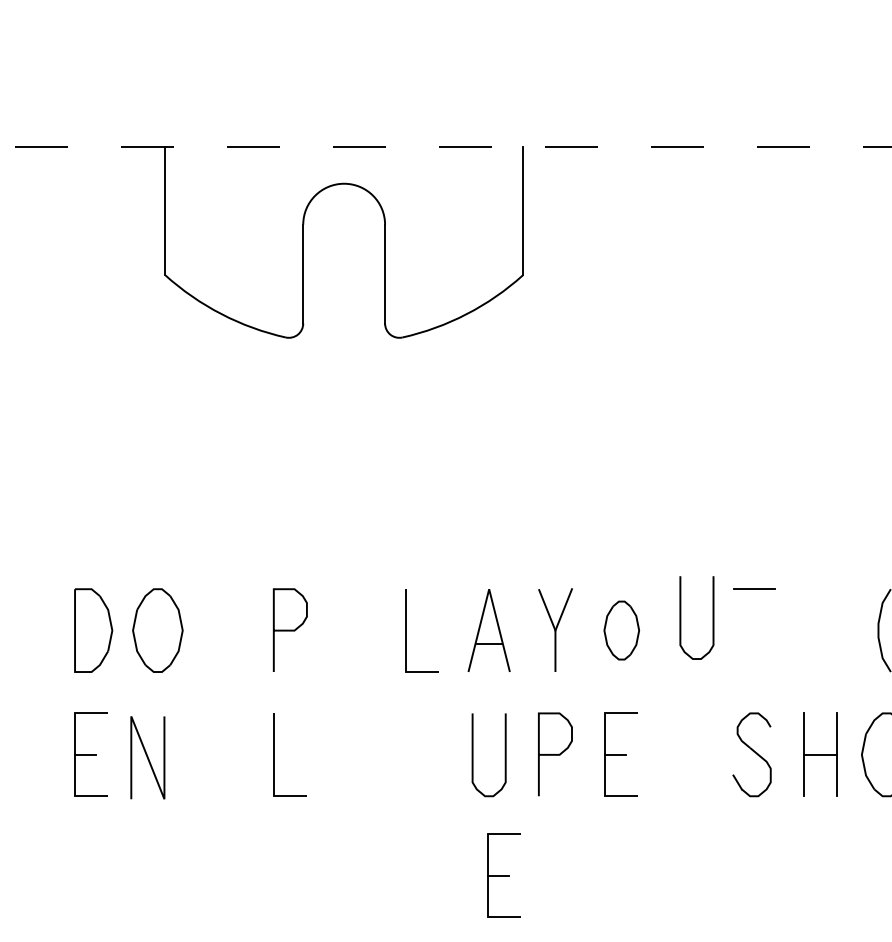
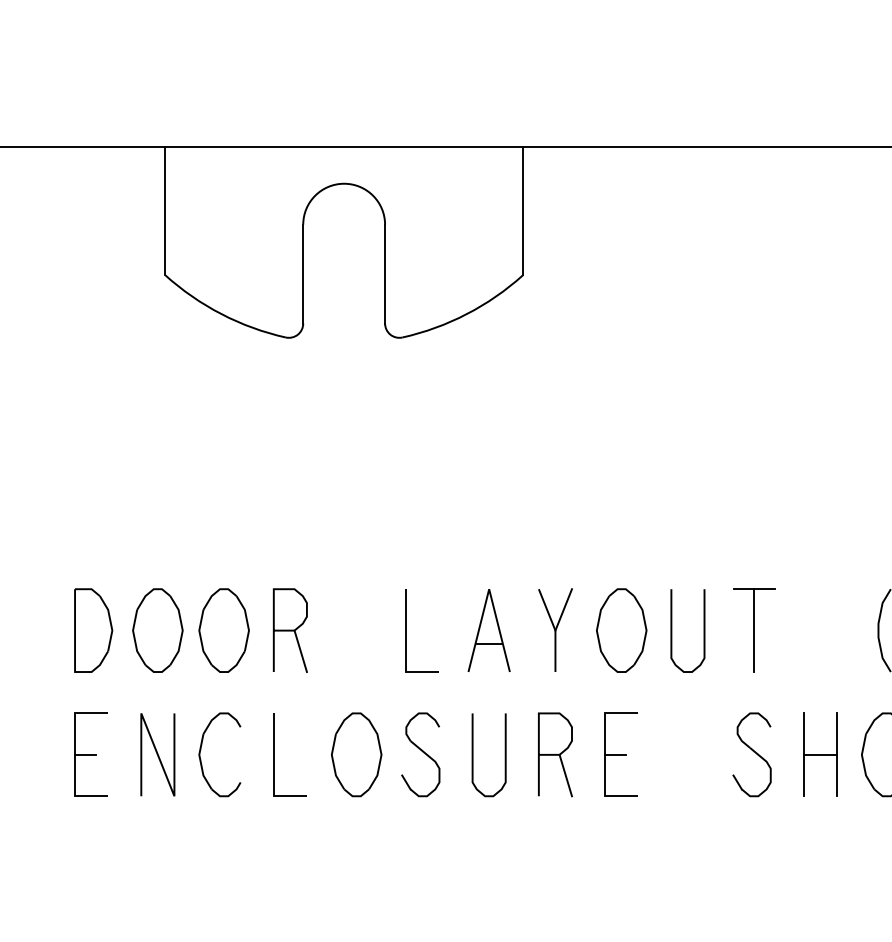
line at (446, 146): dashed -> solid
curve at (681, 617) position: (681, 617) -> (672, 630)
part at (223, 630): none -> present
part at (621, 630) size: 38x61 px -> 52x85 px
line at (754, 630): none -> present
line at (300, 651): none -> present
part at (201, 750): none -> present
part at (356, 754): none -> present
part at (420, 754): none -> present
line at (147, 757) position: (147, 757) -> (157, 754)
line at (565, 775): none -> present
part at (503, 875): present -> none
